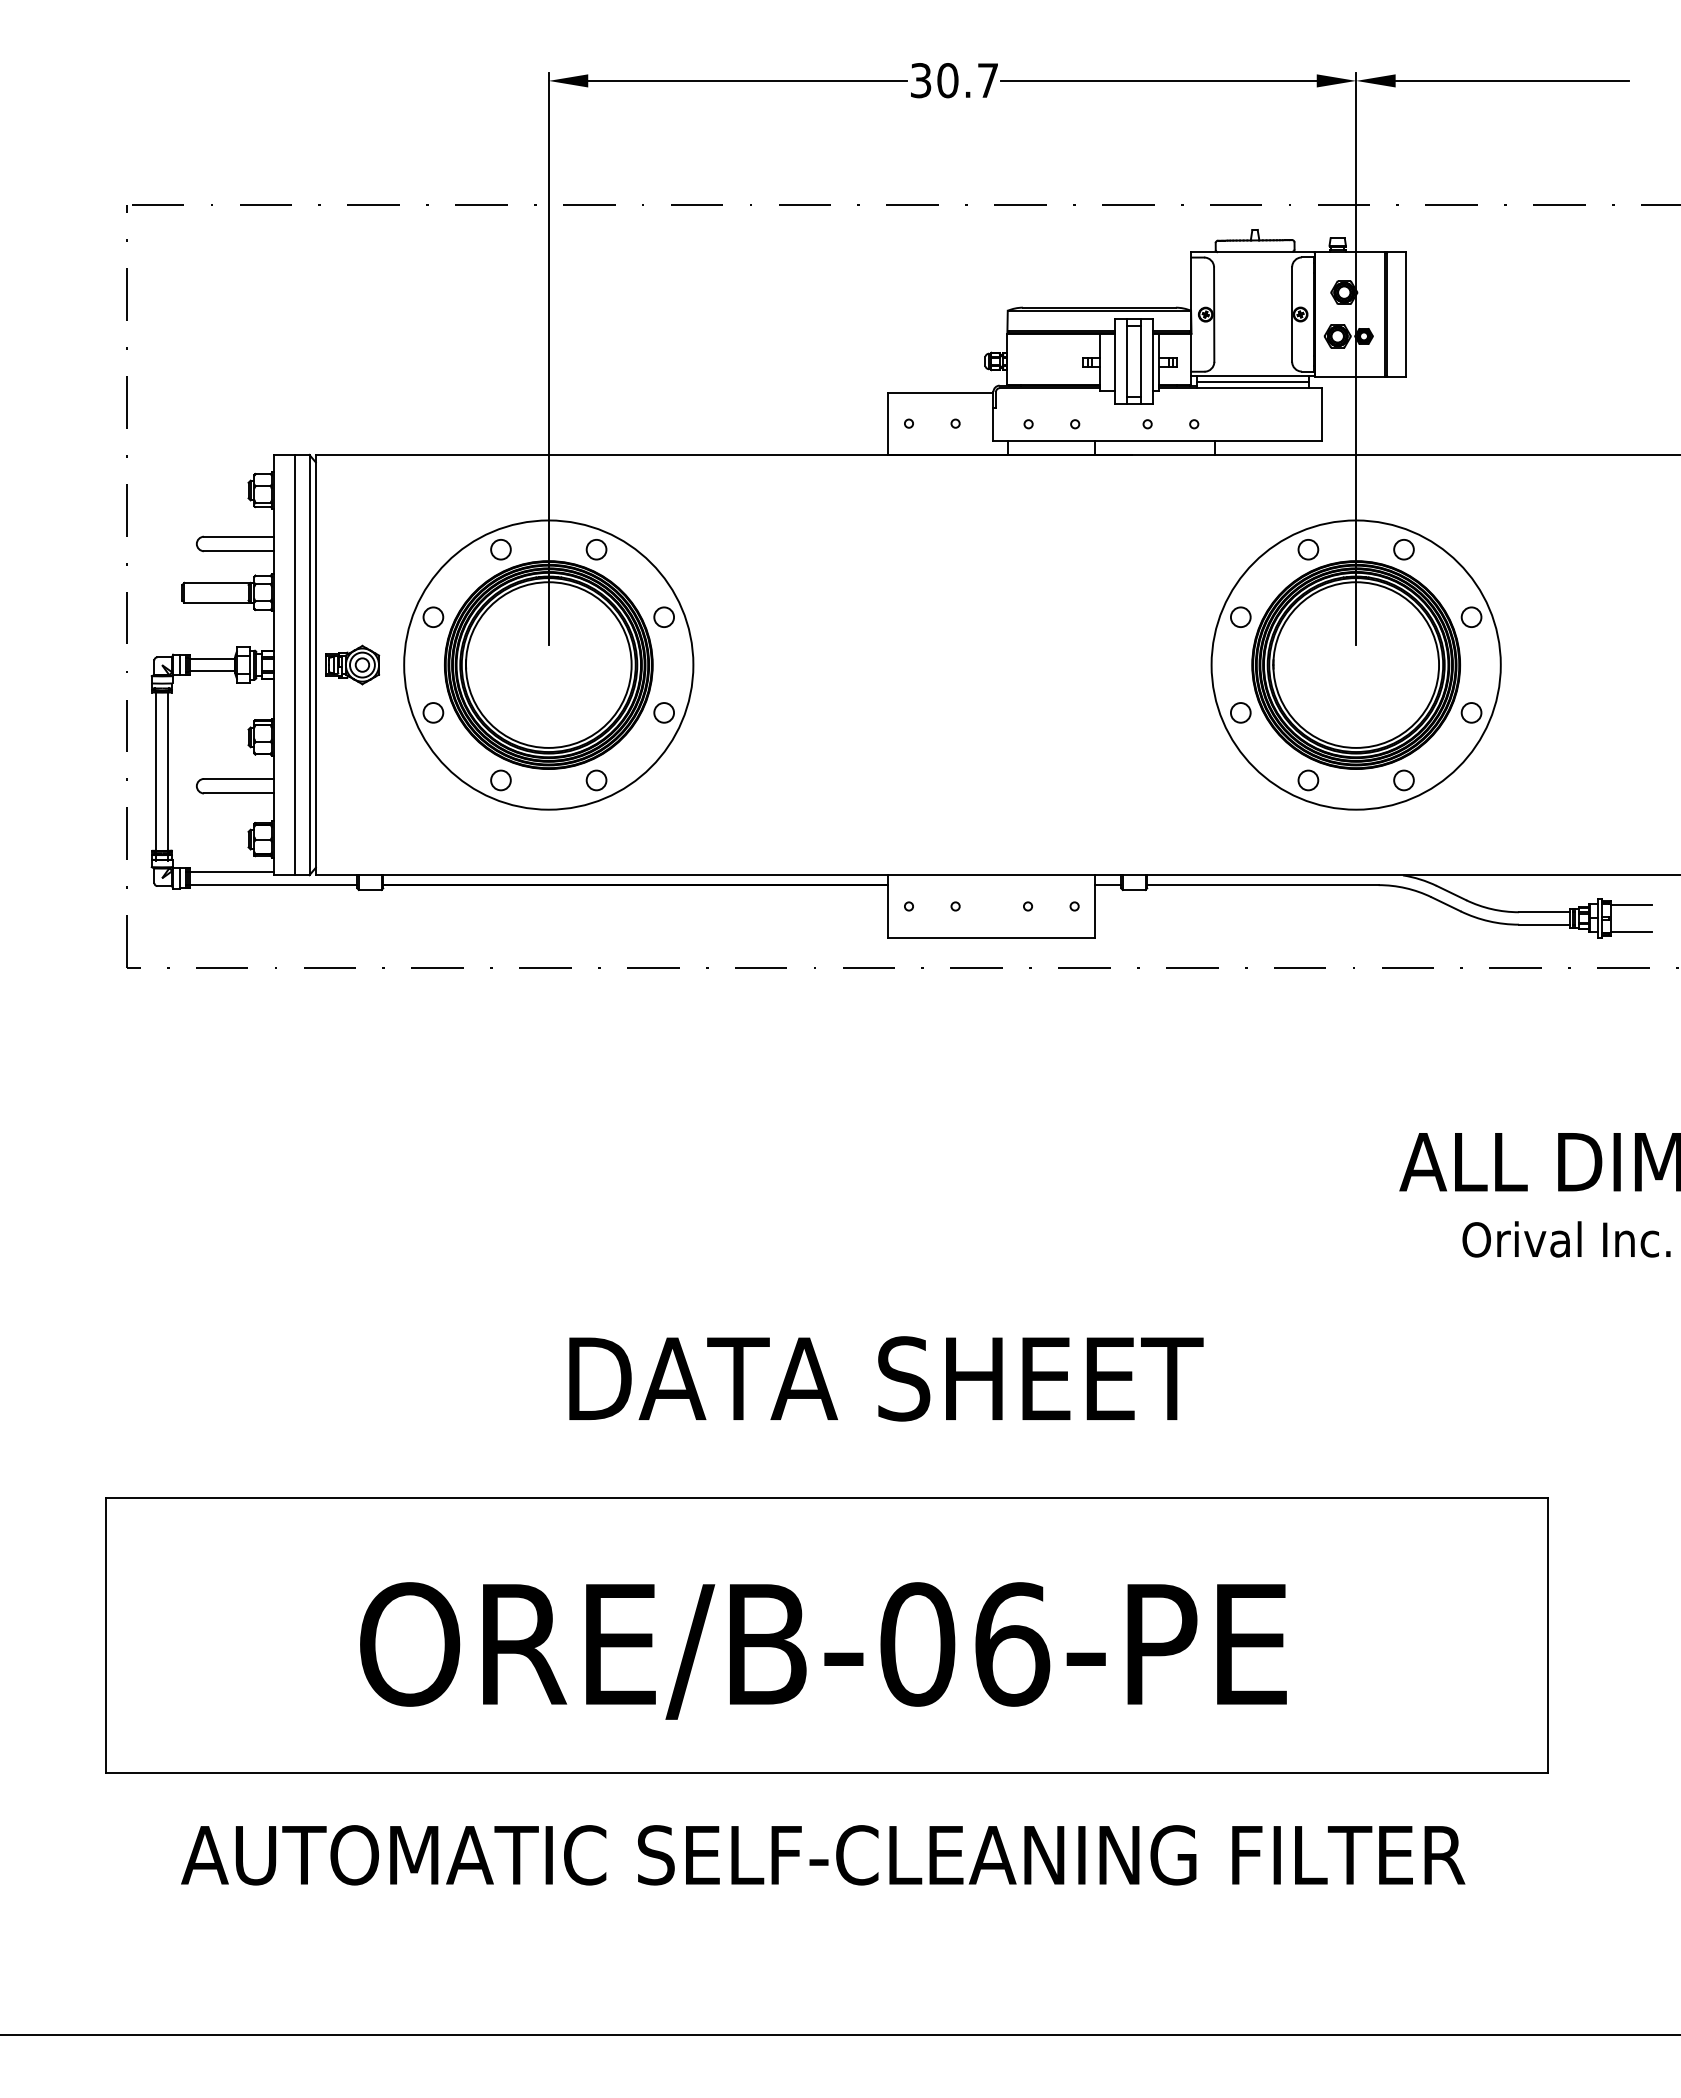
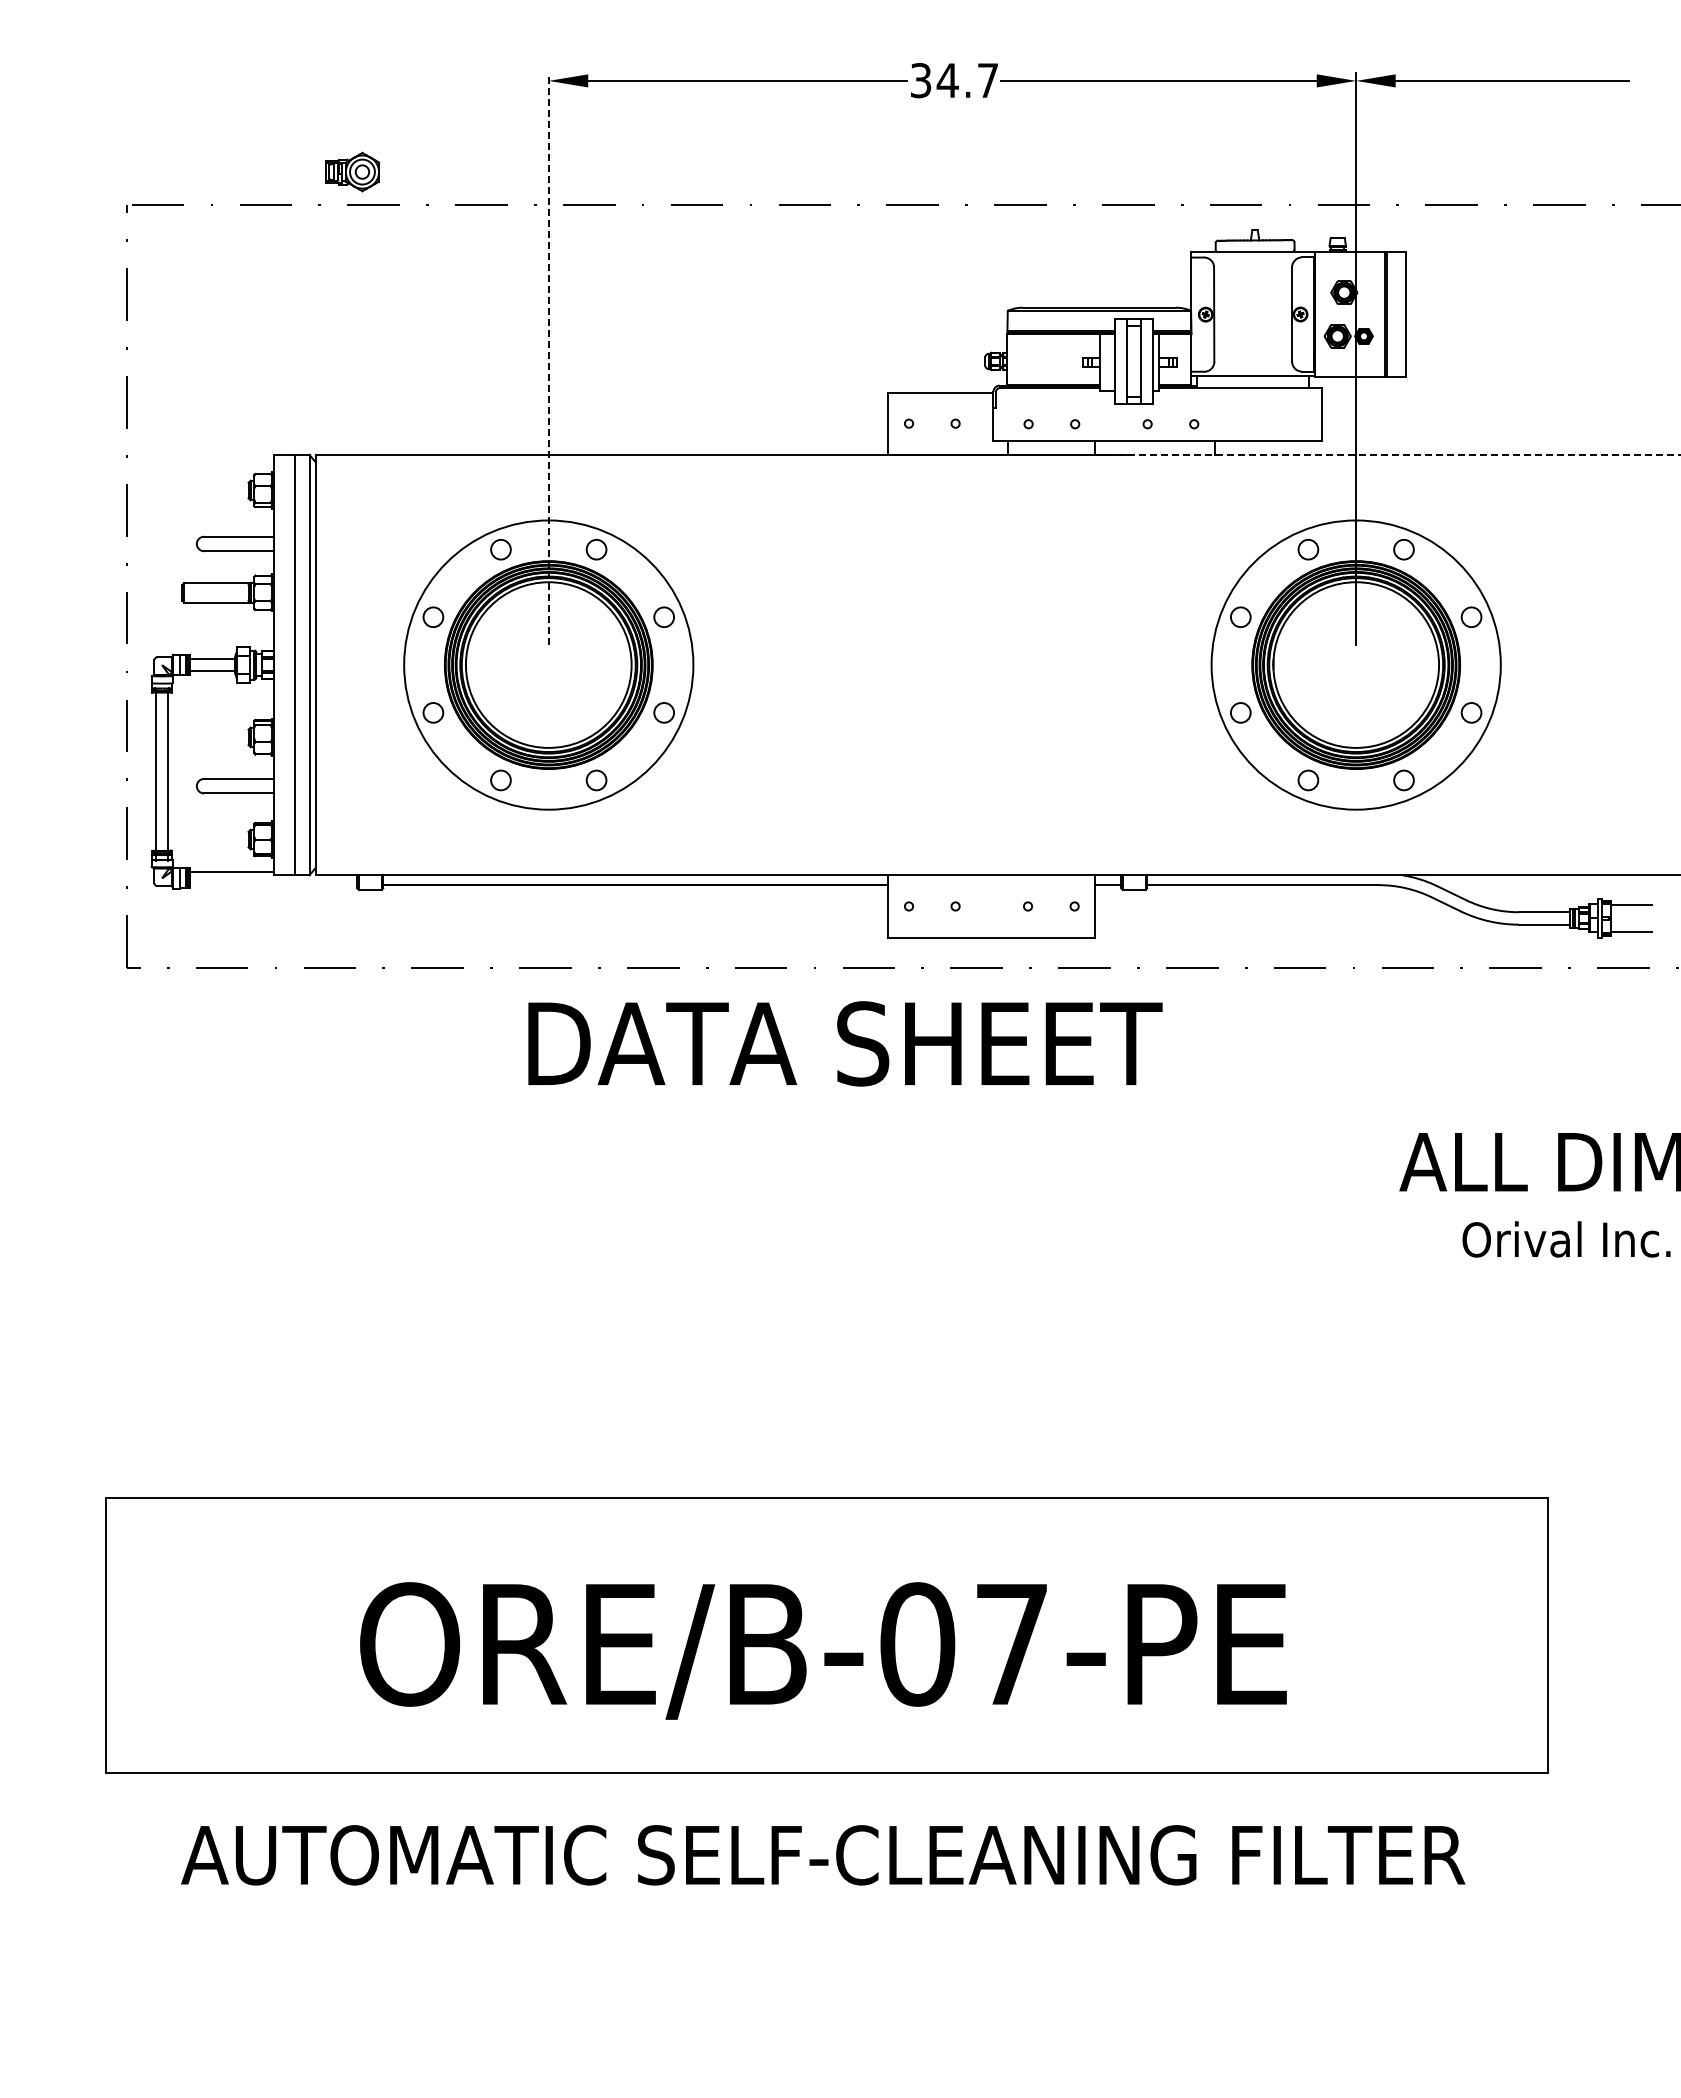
text at (947, 80): 30.7 -> 34.7
line at (548, 358): solid -> dashed
line at (1253, 381): present -> none
line at (1388, 454): solid -> dashed
part at (352, 664) position: (352, 664) -> (352, 171)
line at (273, 885): present -> none
text at (886, 1378) position: (886, 1378) -> (845, 1043)
text at (1012, 1644): ORE/B-06-PE -> ORE/B-07-PE
line at (839, 2035): present -> none
